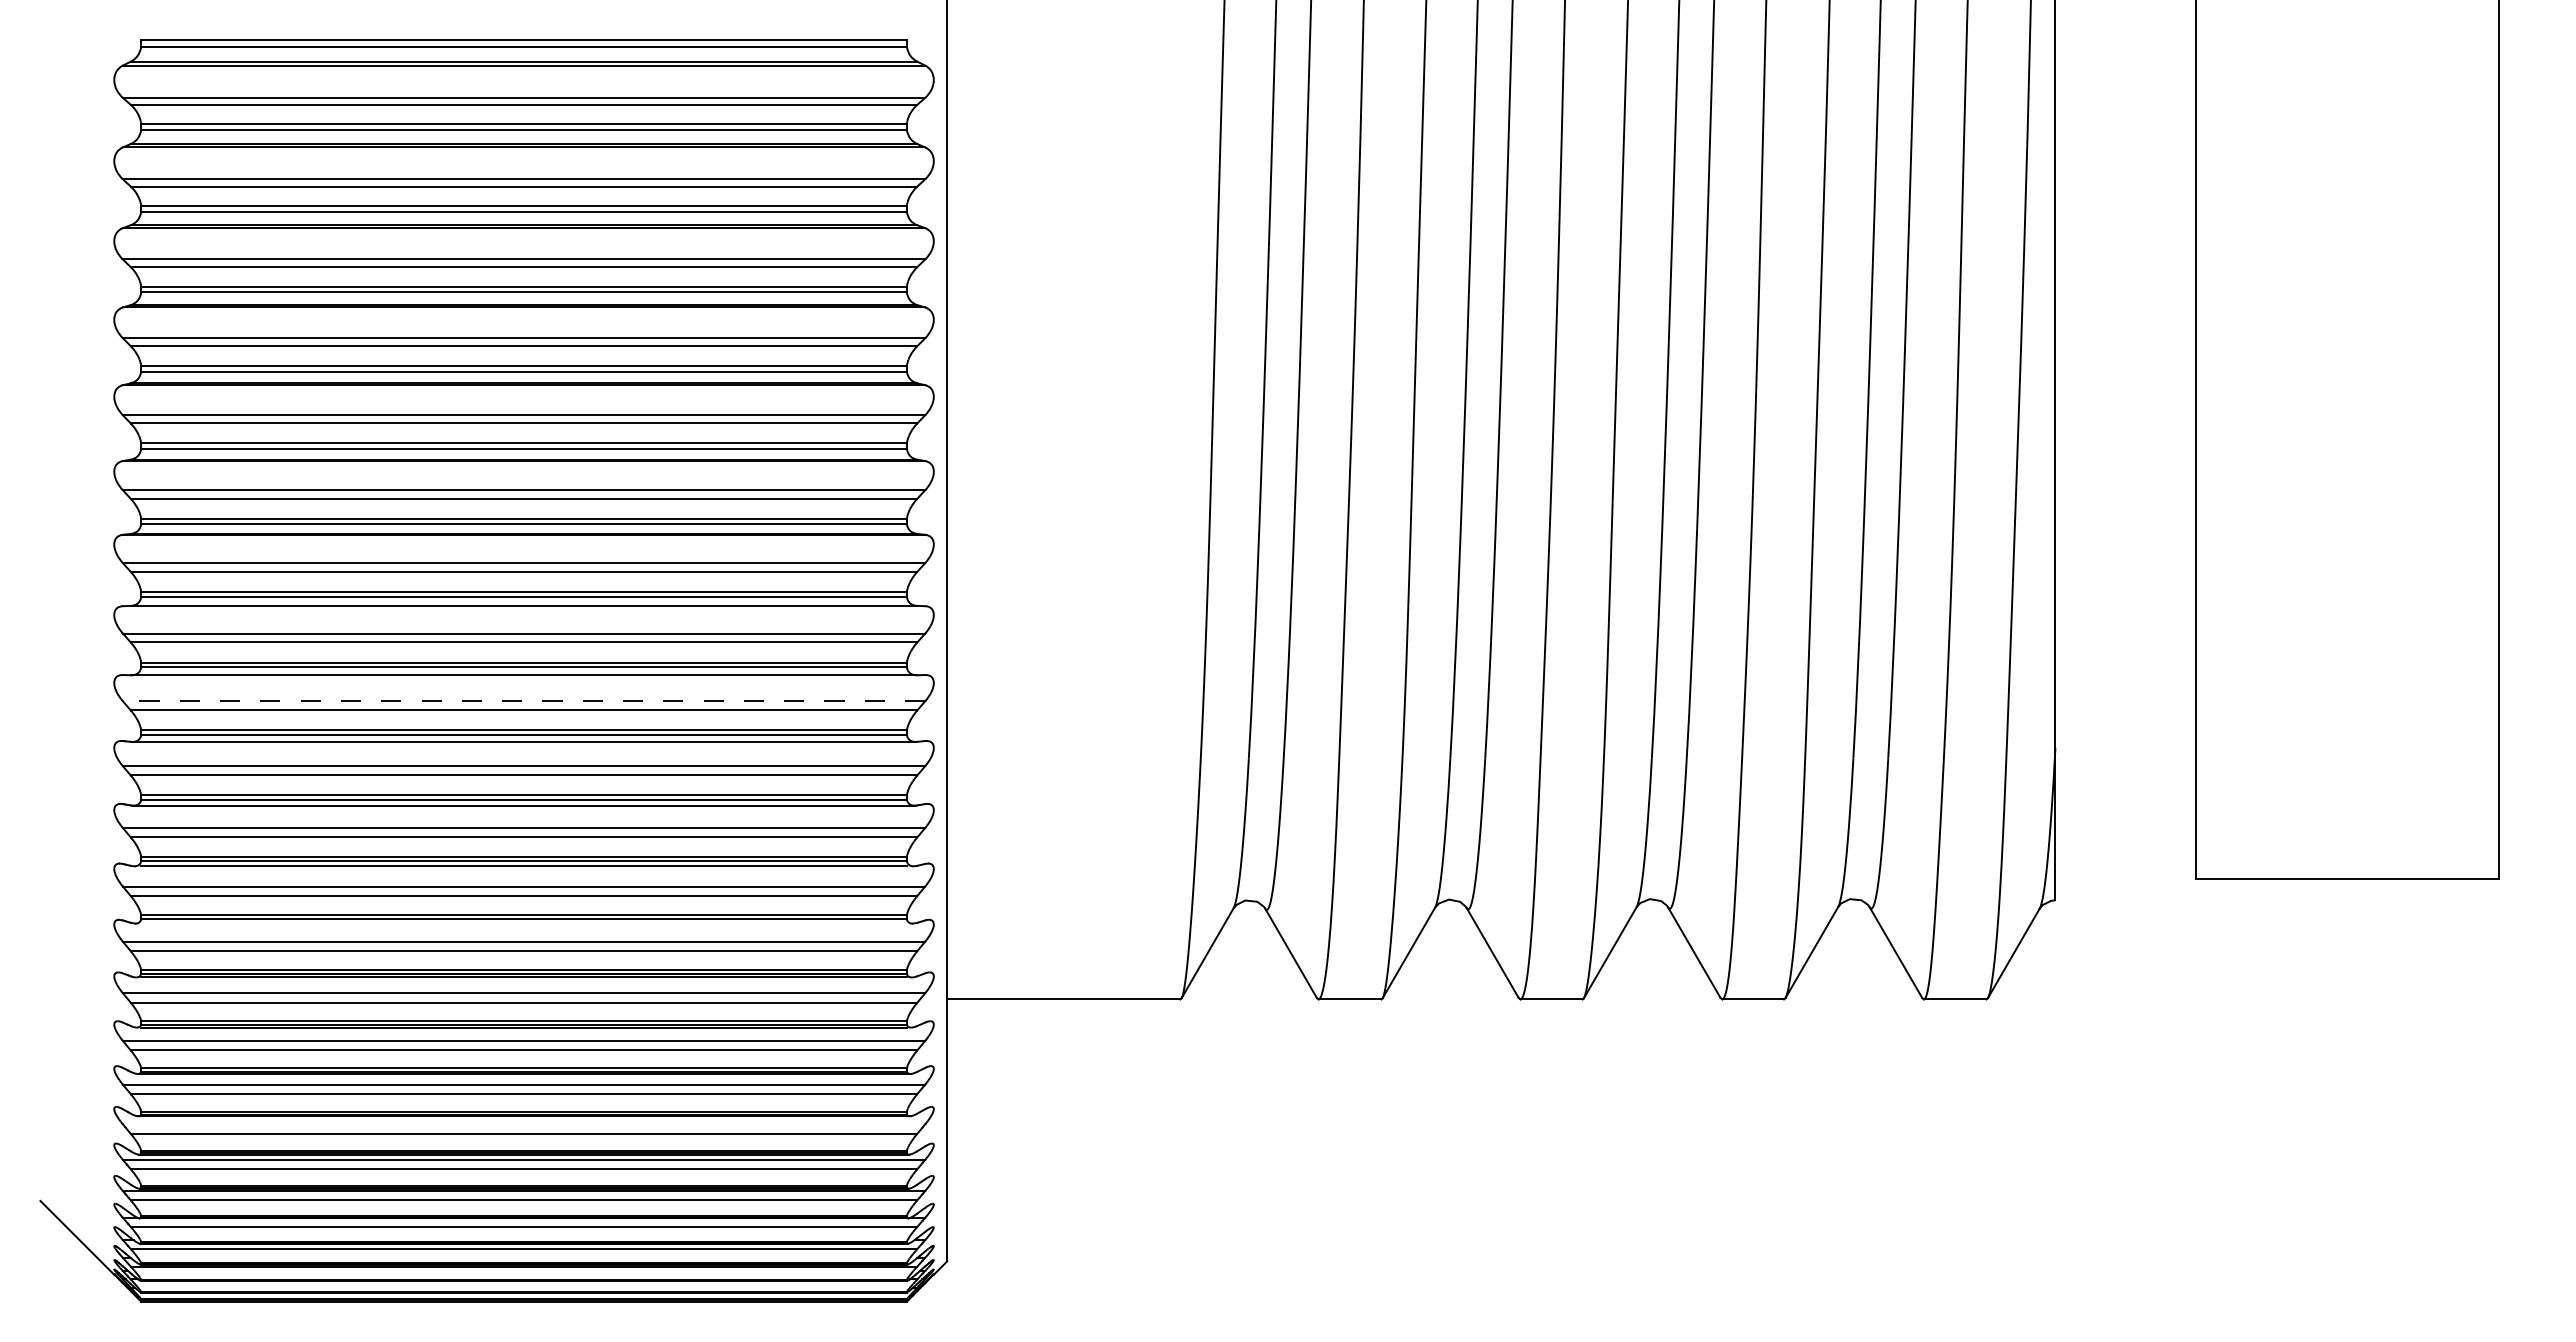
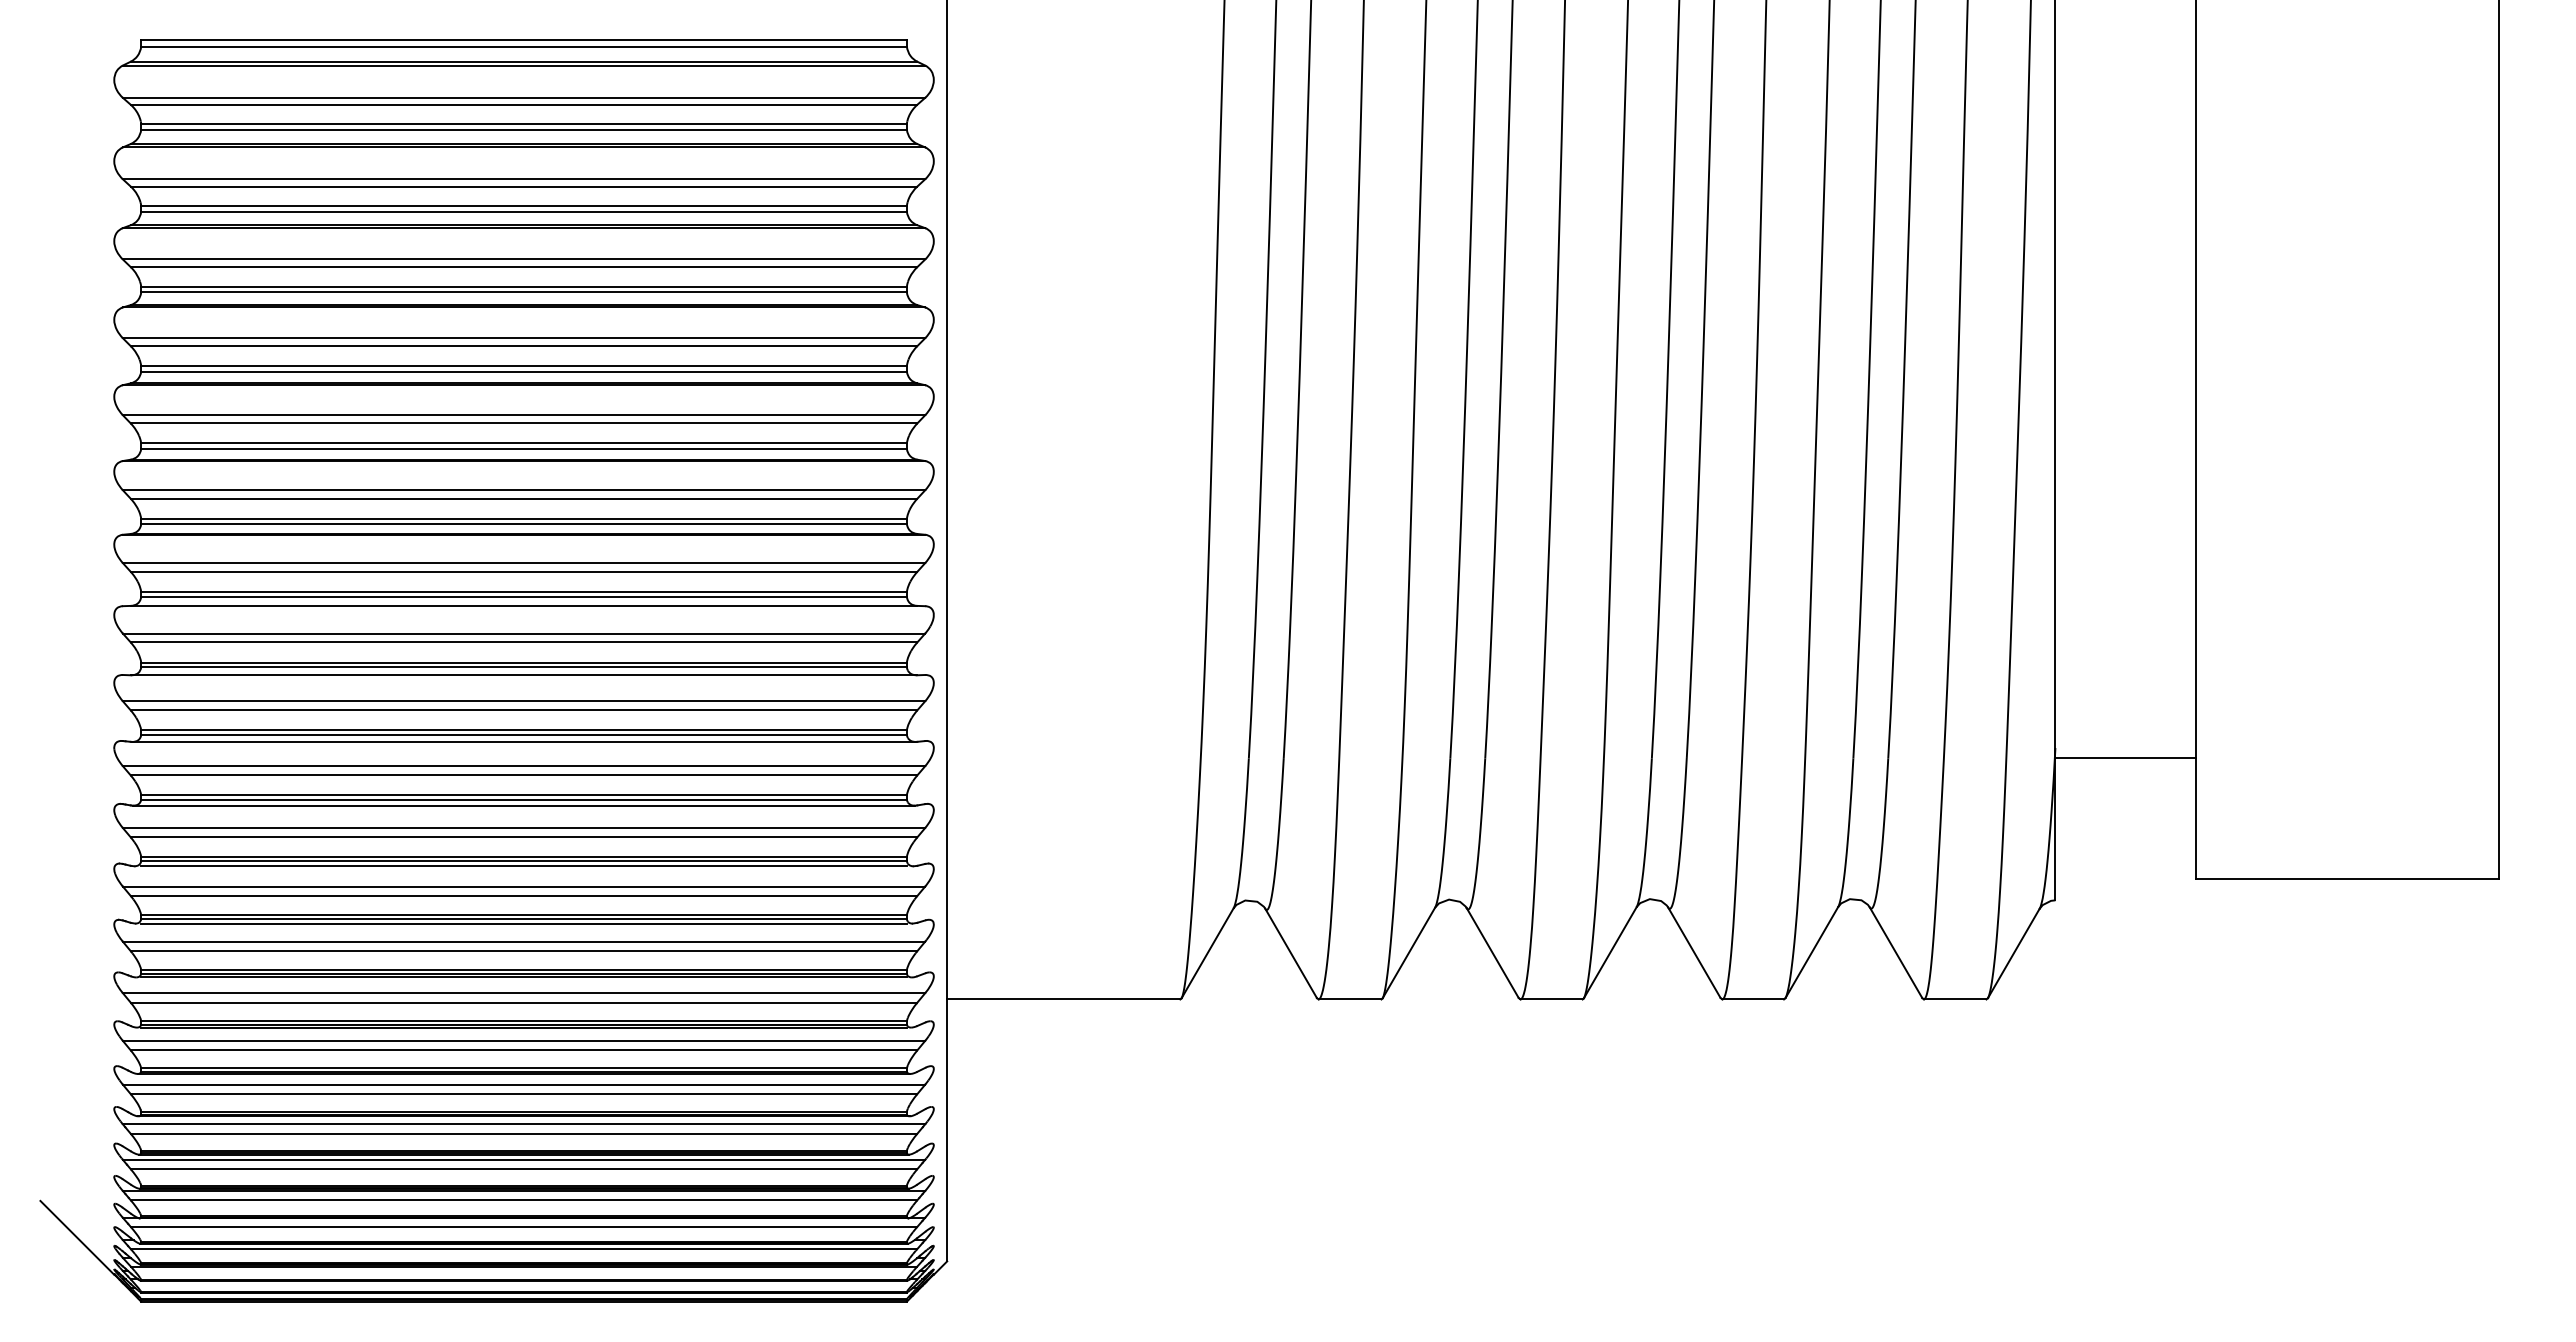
line at (523, 701): dashed -> solid
line at (2125, 757): none -> present
line at (523, 923): none -> present
line at (523, 1124): none -> present
